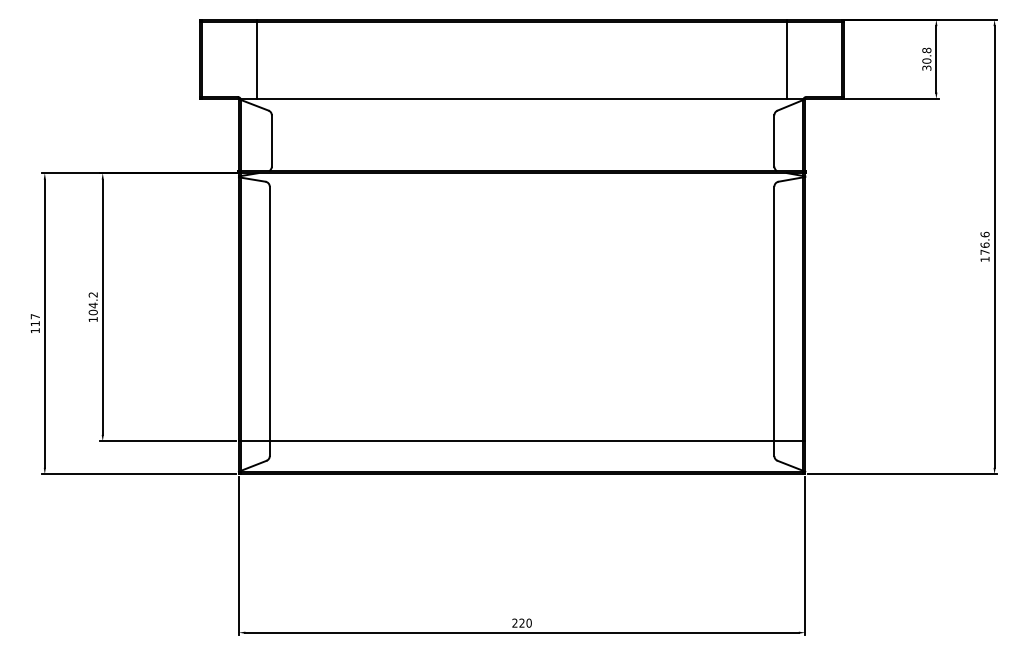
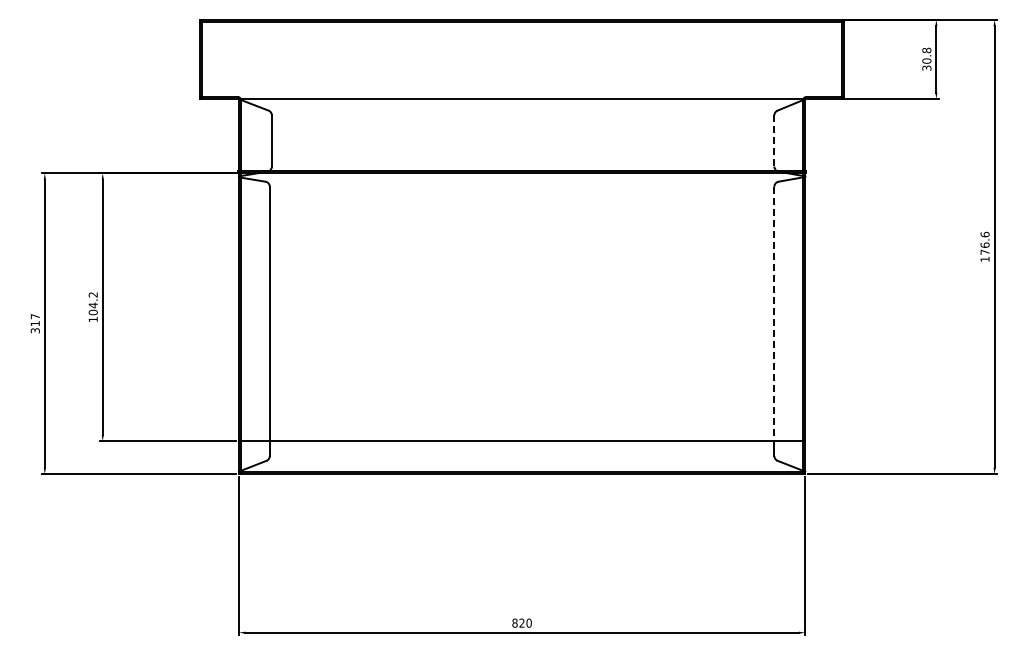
line at (256, 59): present -> none
line at (787, 59): present -> none
line at (774, 141): solid -> dashed
line at (774, 314): solid -> dashed
text at (34, 330): 117 -> 317
text at (514, 622): 220 -> 820
